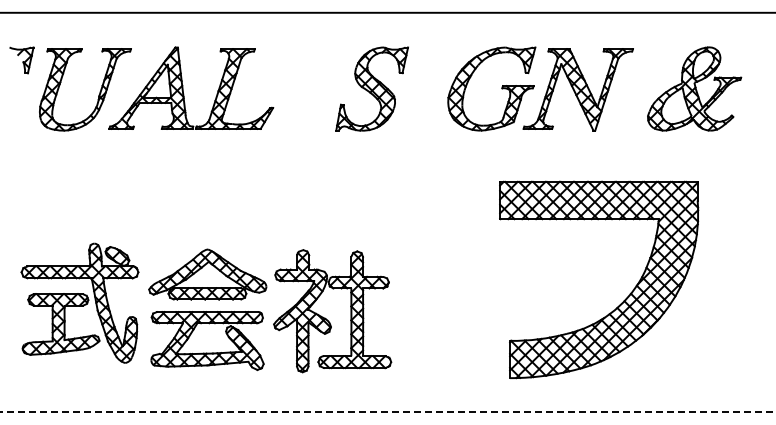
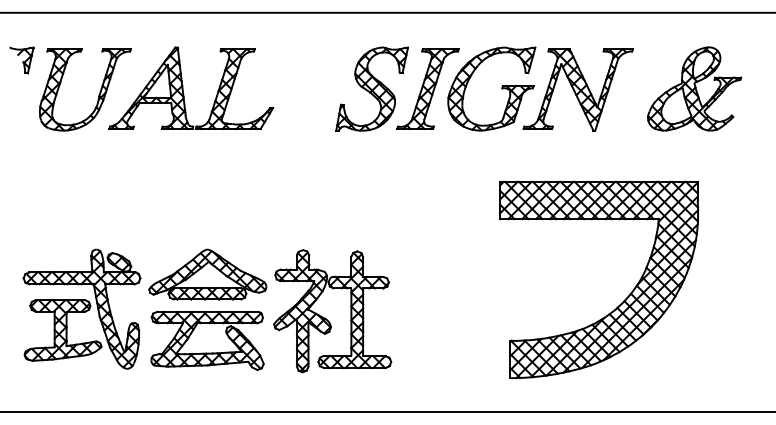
part at (427, 88): none -> present
part at (79, 302) position: (79, 302) -> (81, 308)
line at (388, 412): dashed -> solid
